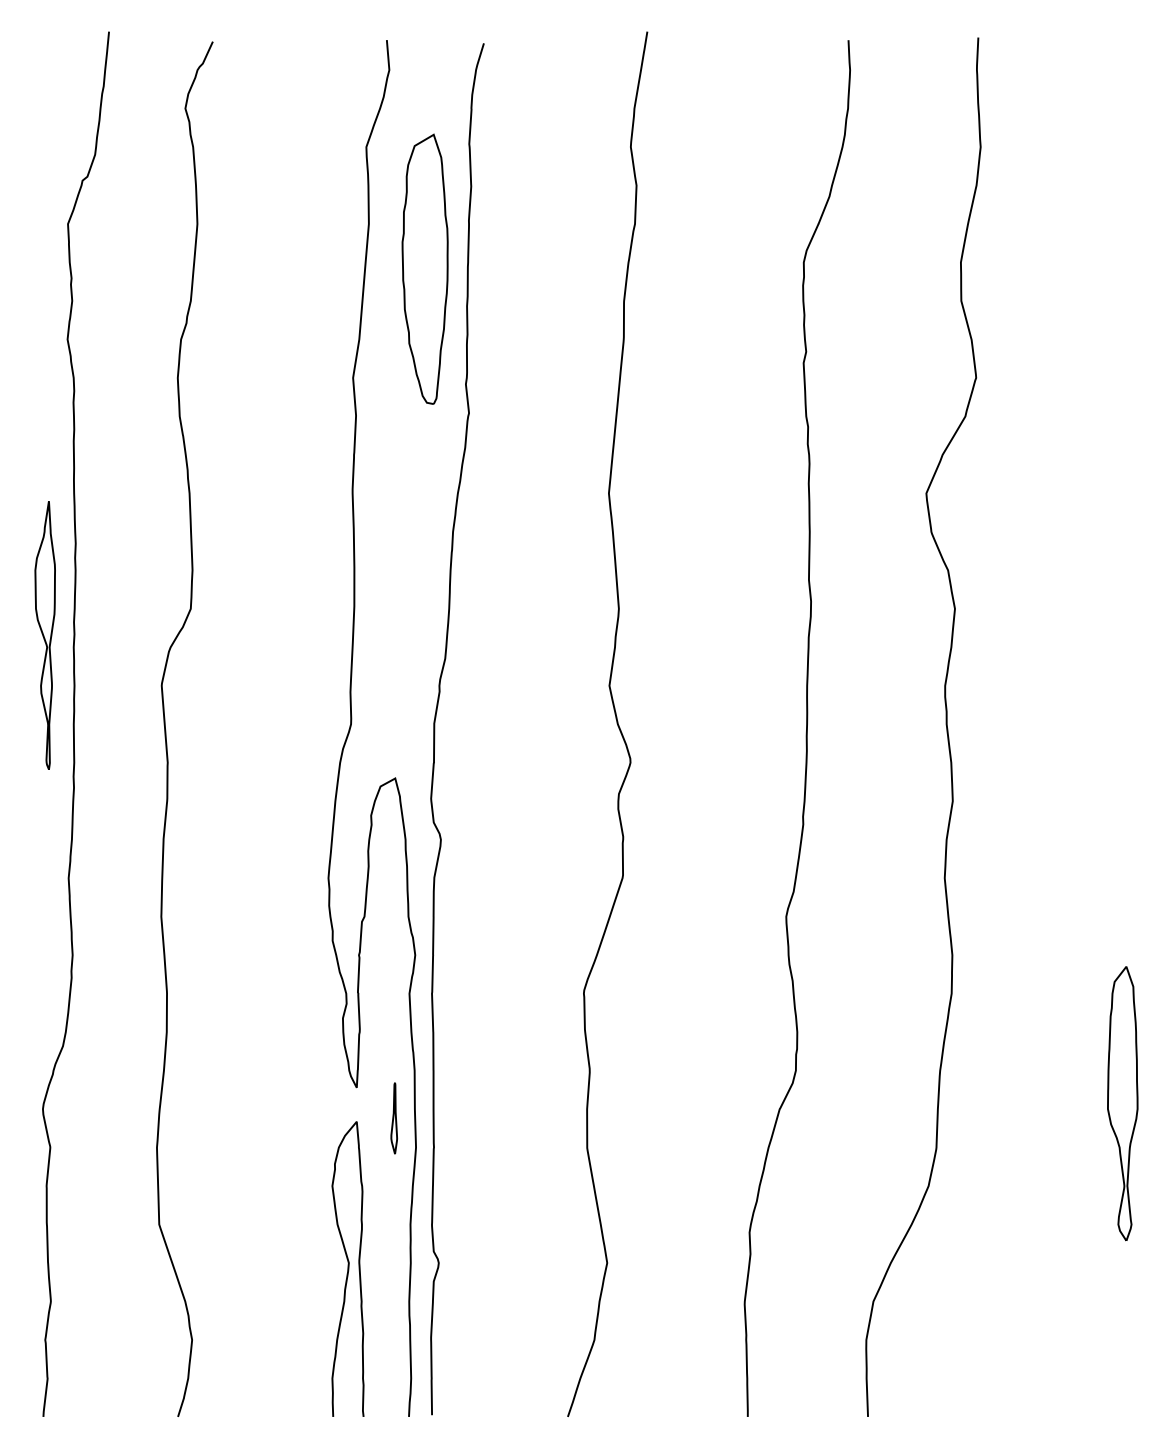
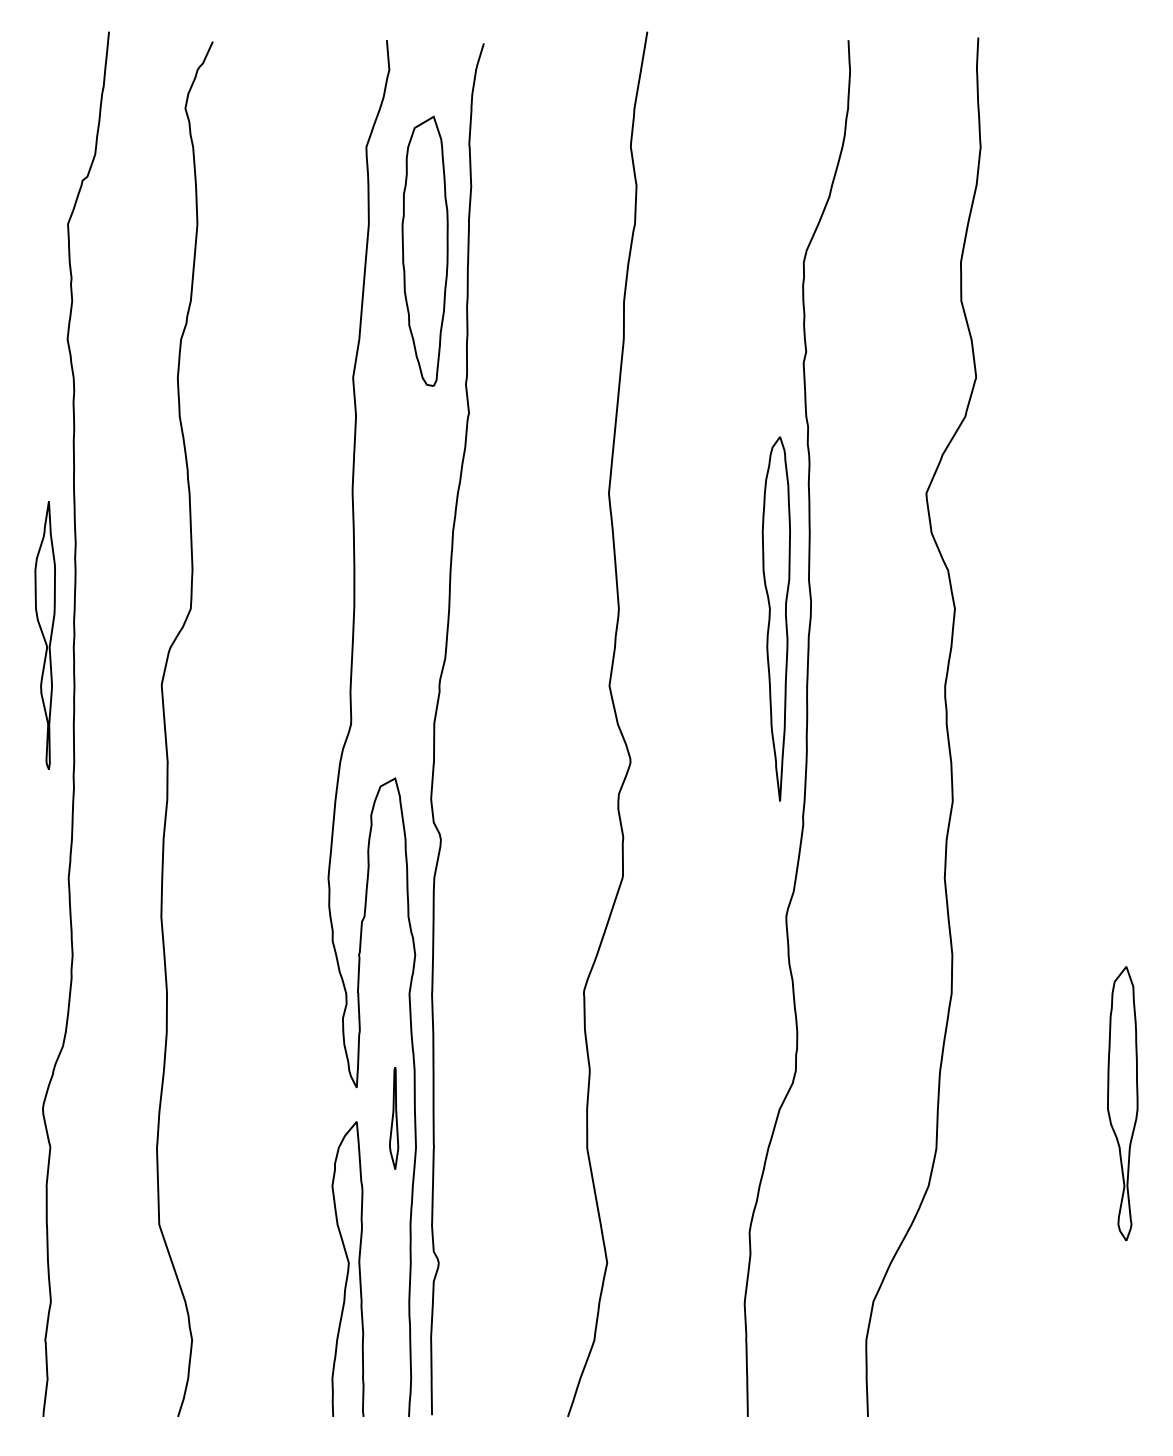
part at (424, 268) position: (424, 268) -> (424, 250)
part at (775, 618): none -> present
part at (393, 1118) size: 8x73 px -> 11x103 px
